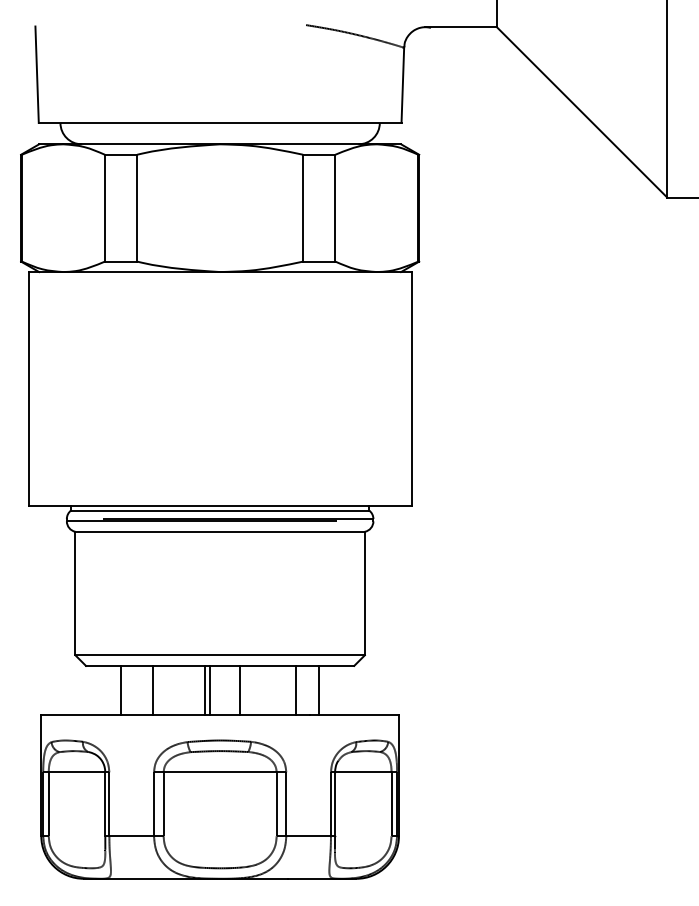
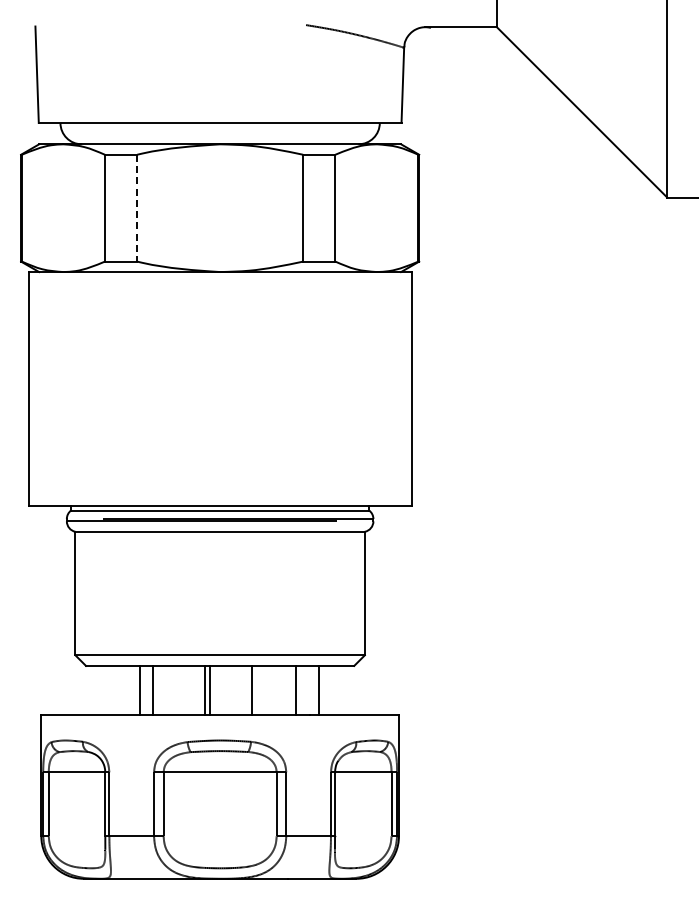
line at (137, 208): solid -> dashed
line at (121, 689) position: (121, 689) -> (140, 689)
line at (240, 689) position: (240, 689) -> (252, 689)
